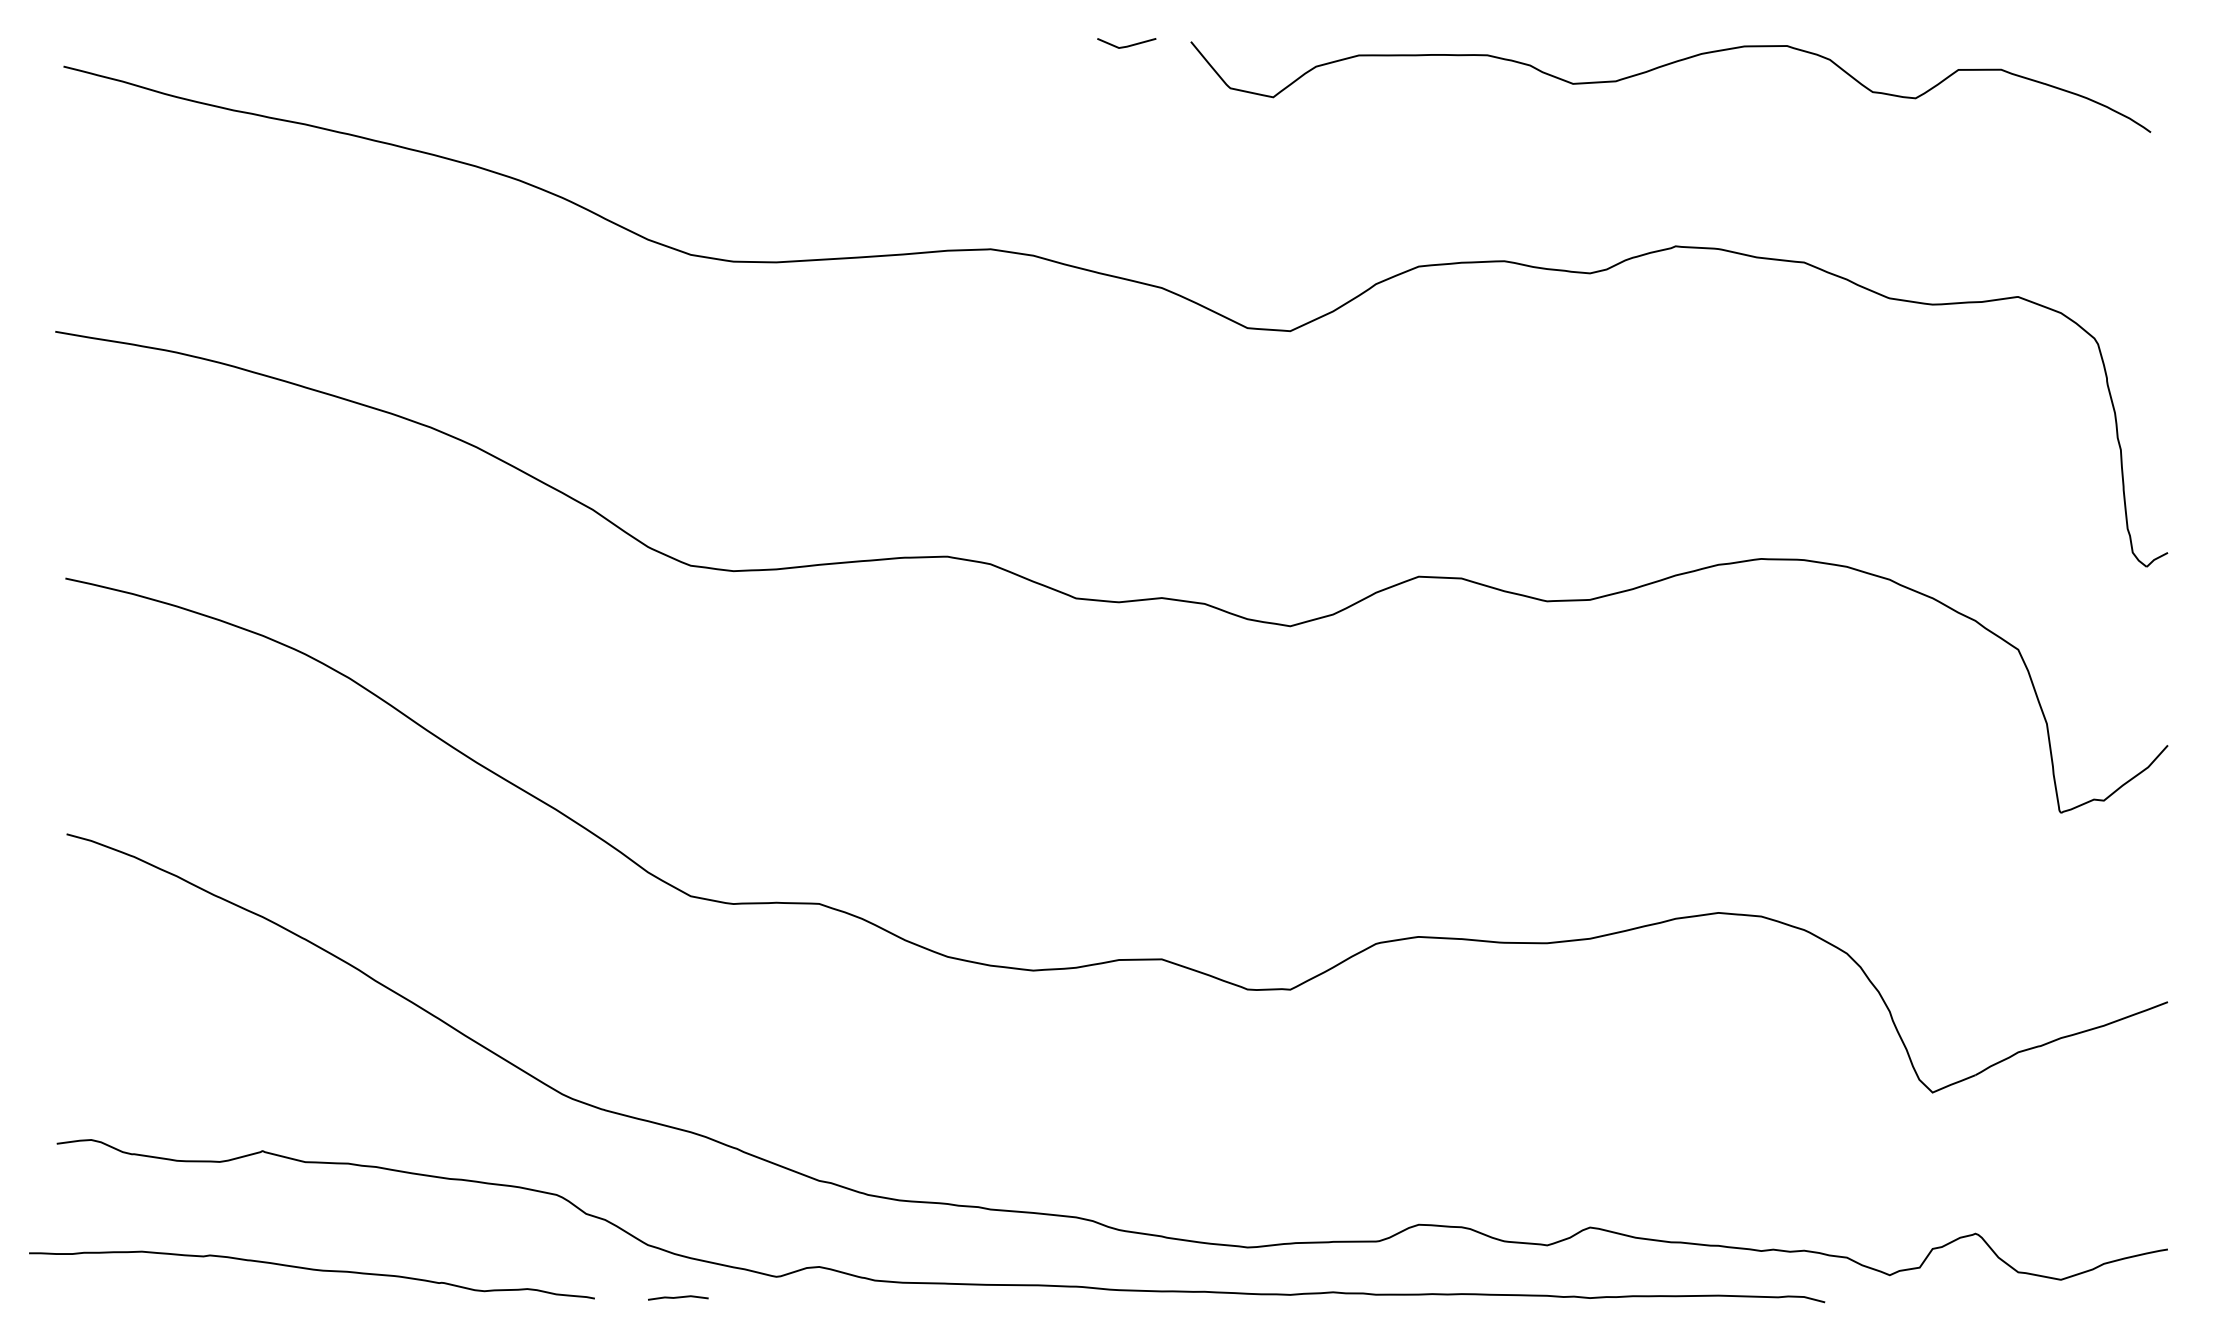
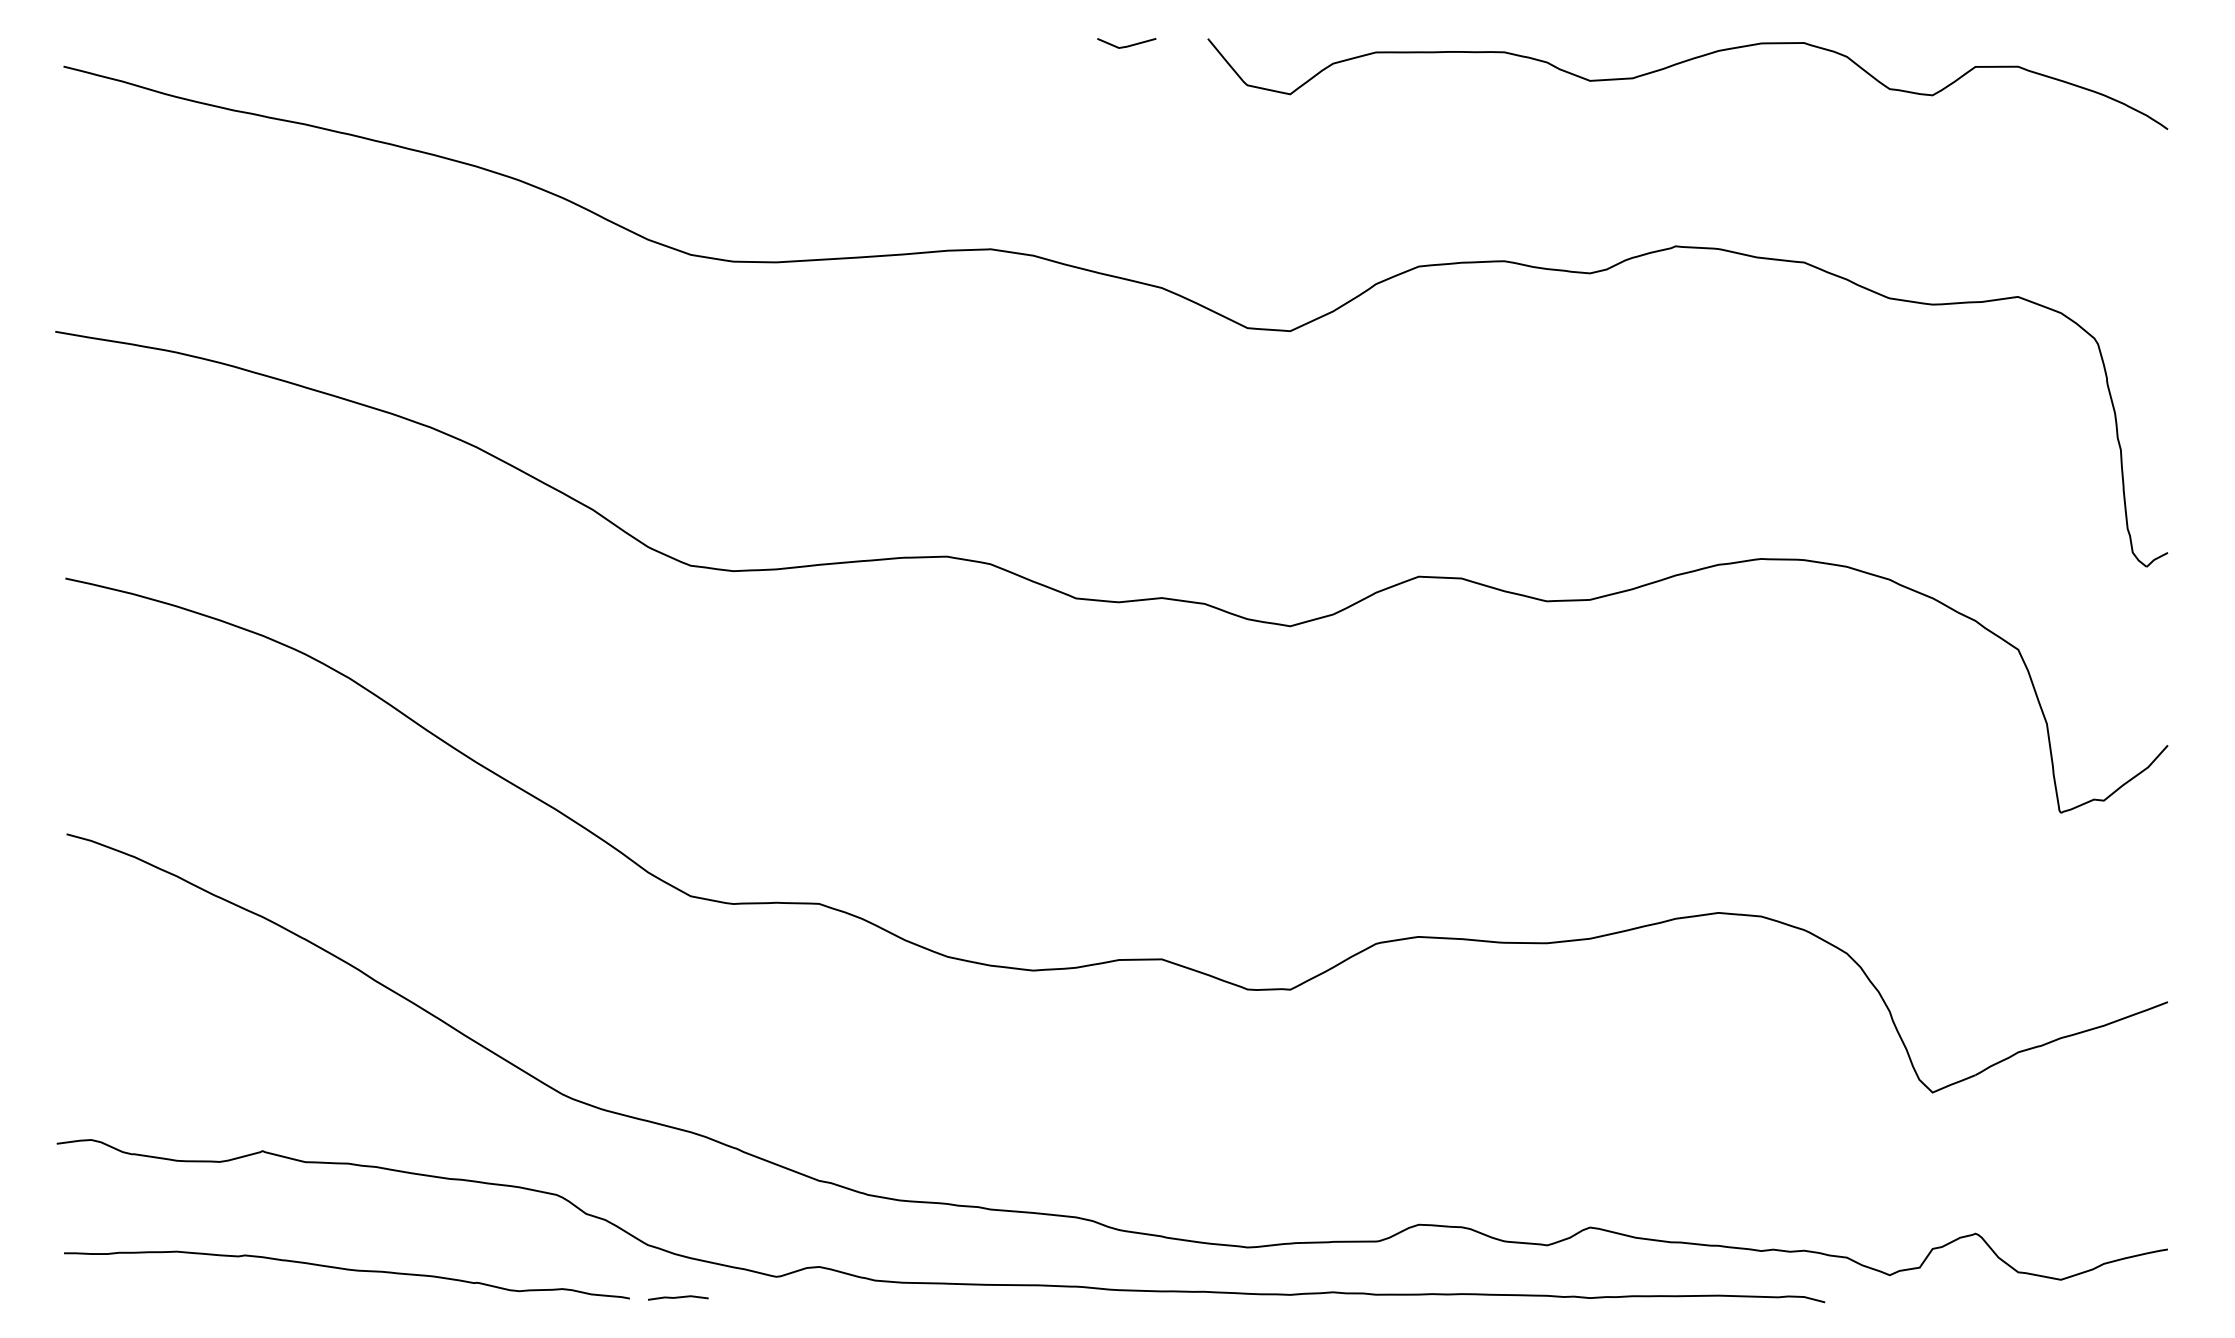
curve at (1665, 66) position: (1665, 66) -> (1682, 63)
curve at (311, 1270) position: (311, 1270) -> (346, 1270)
